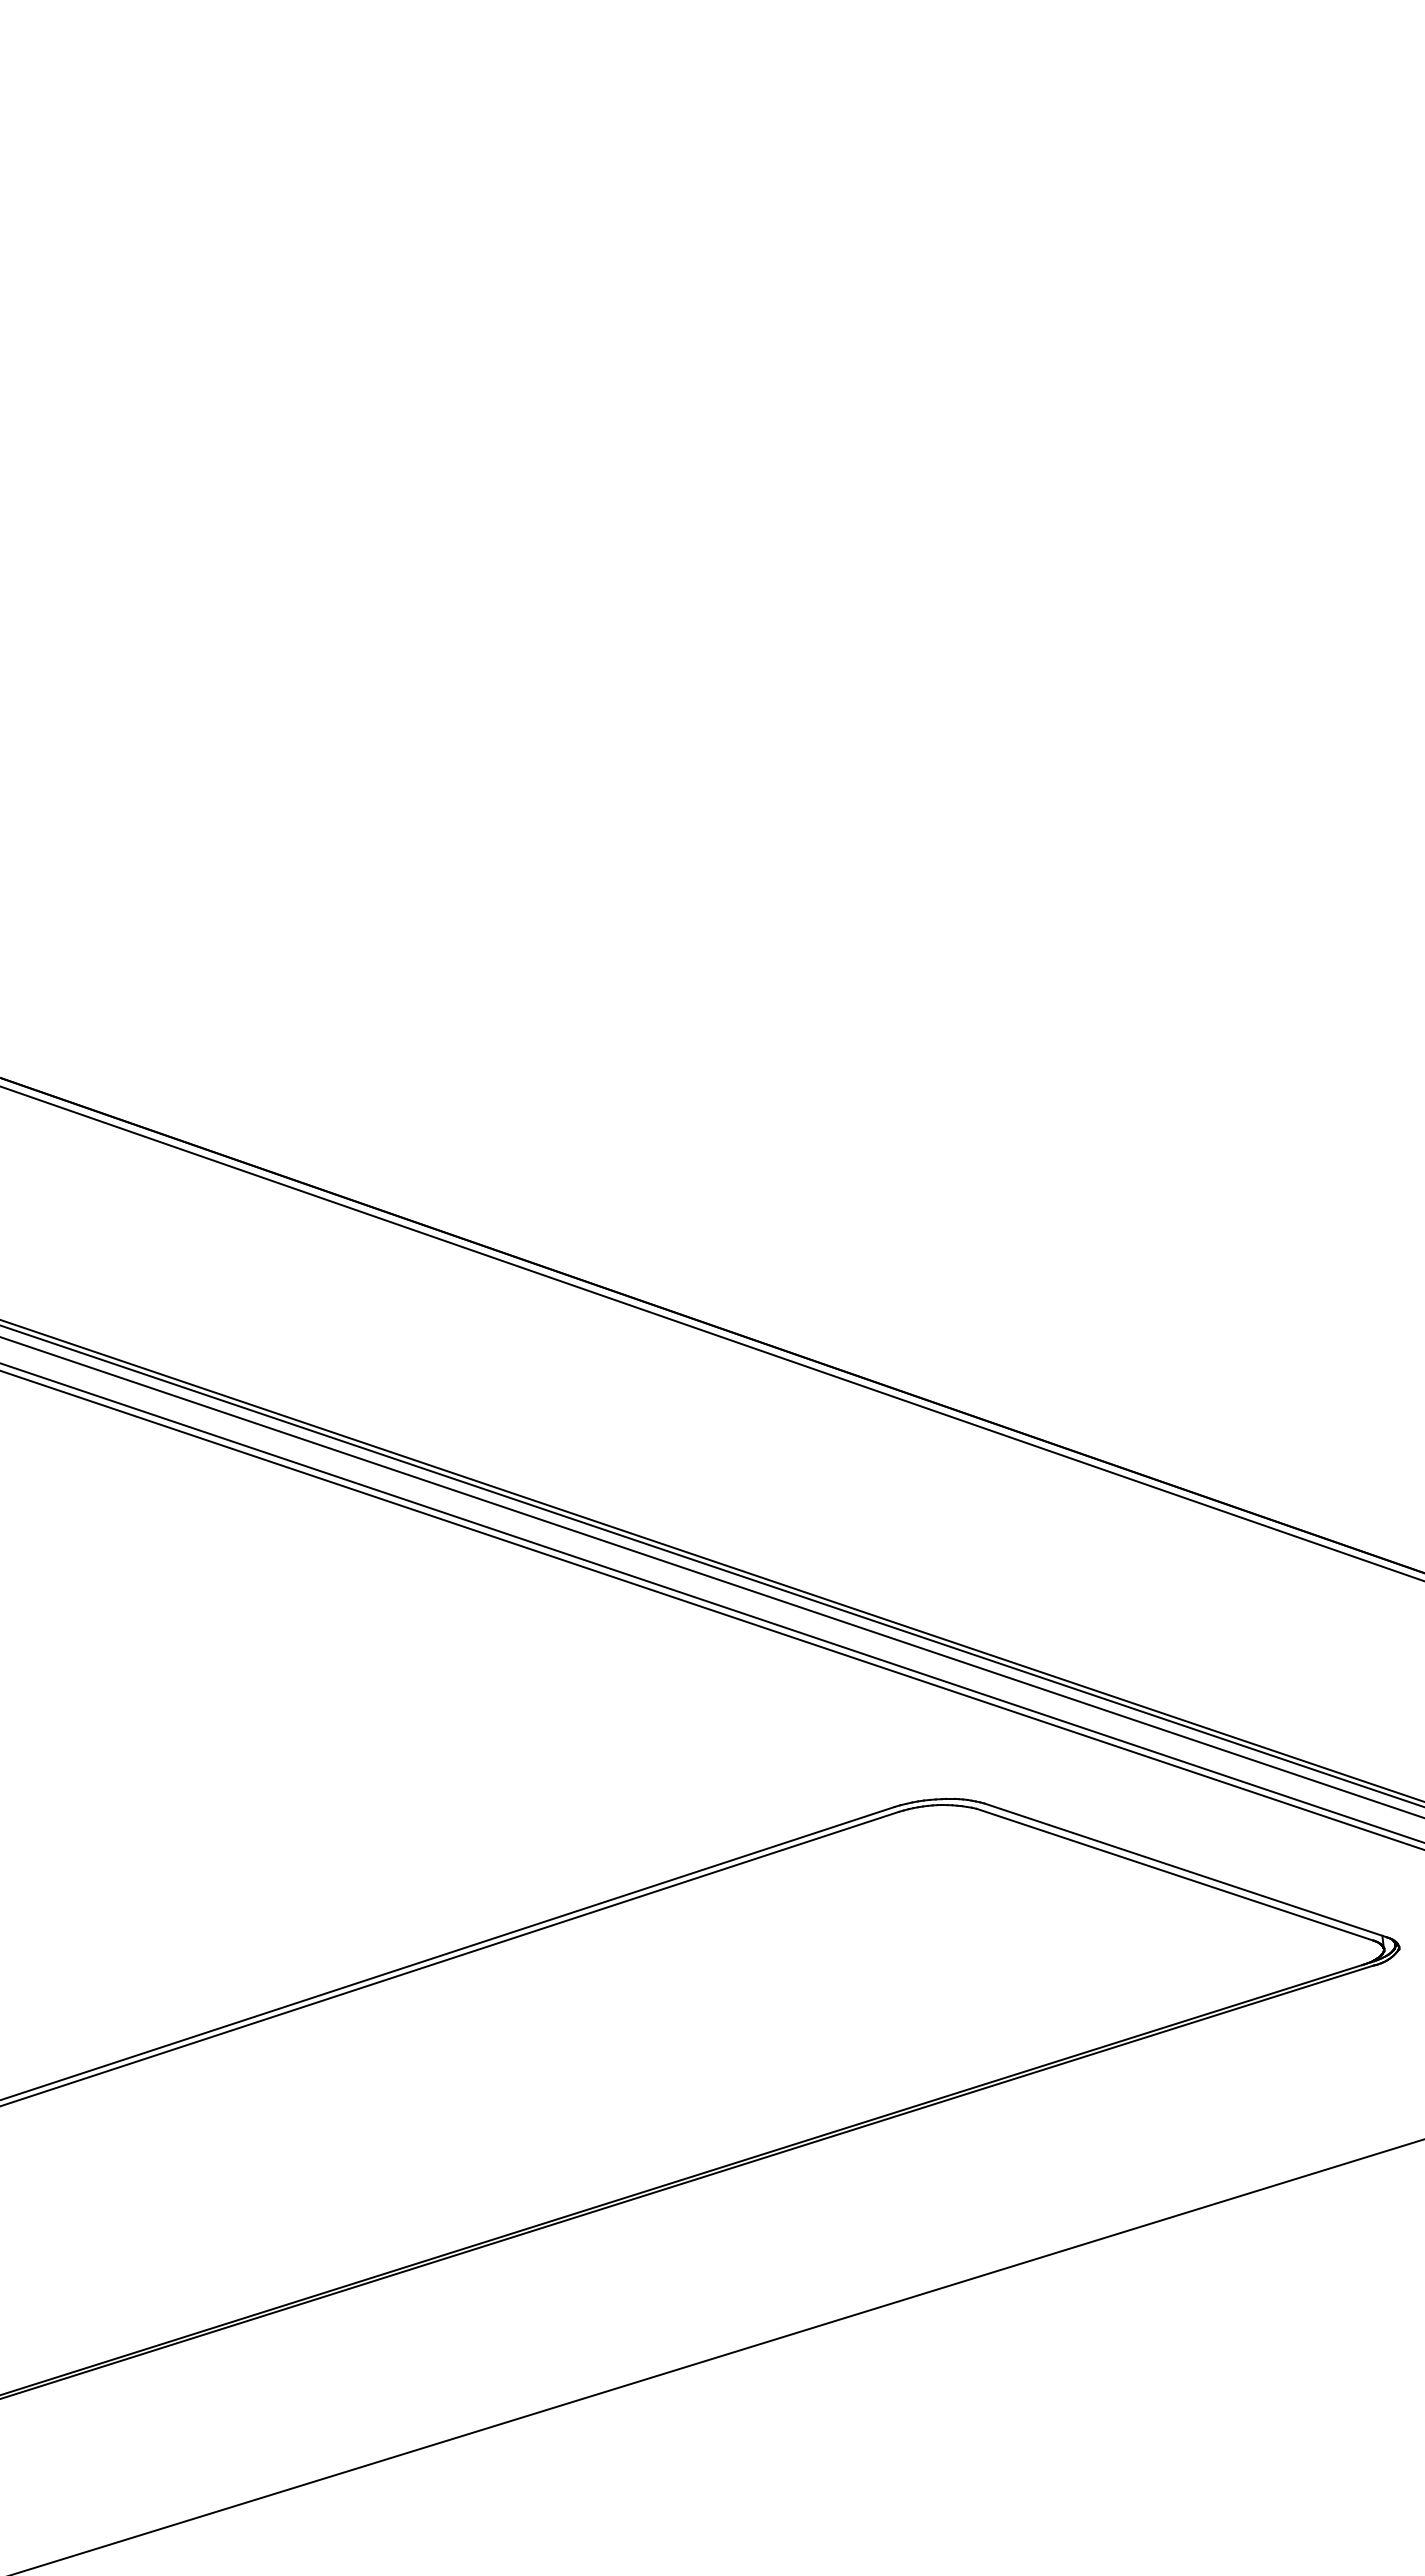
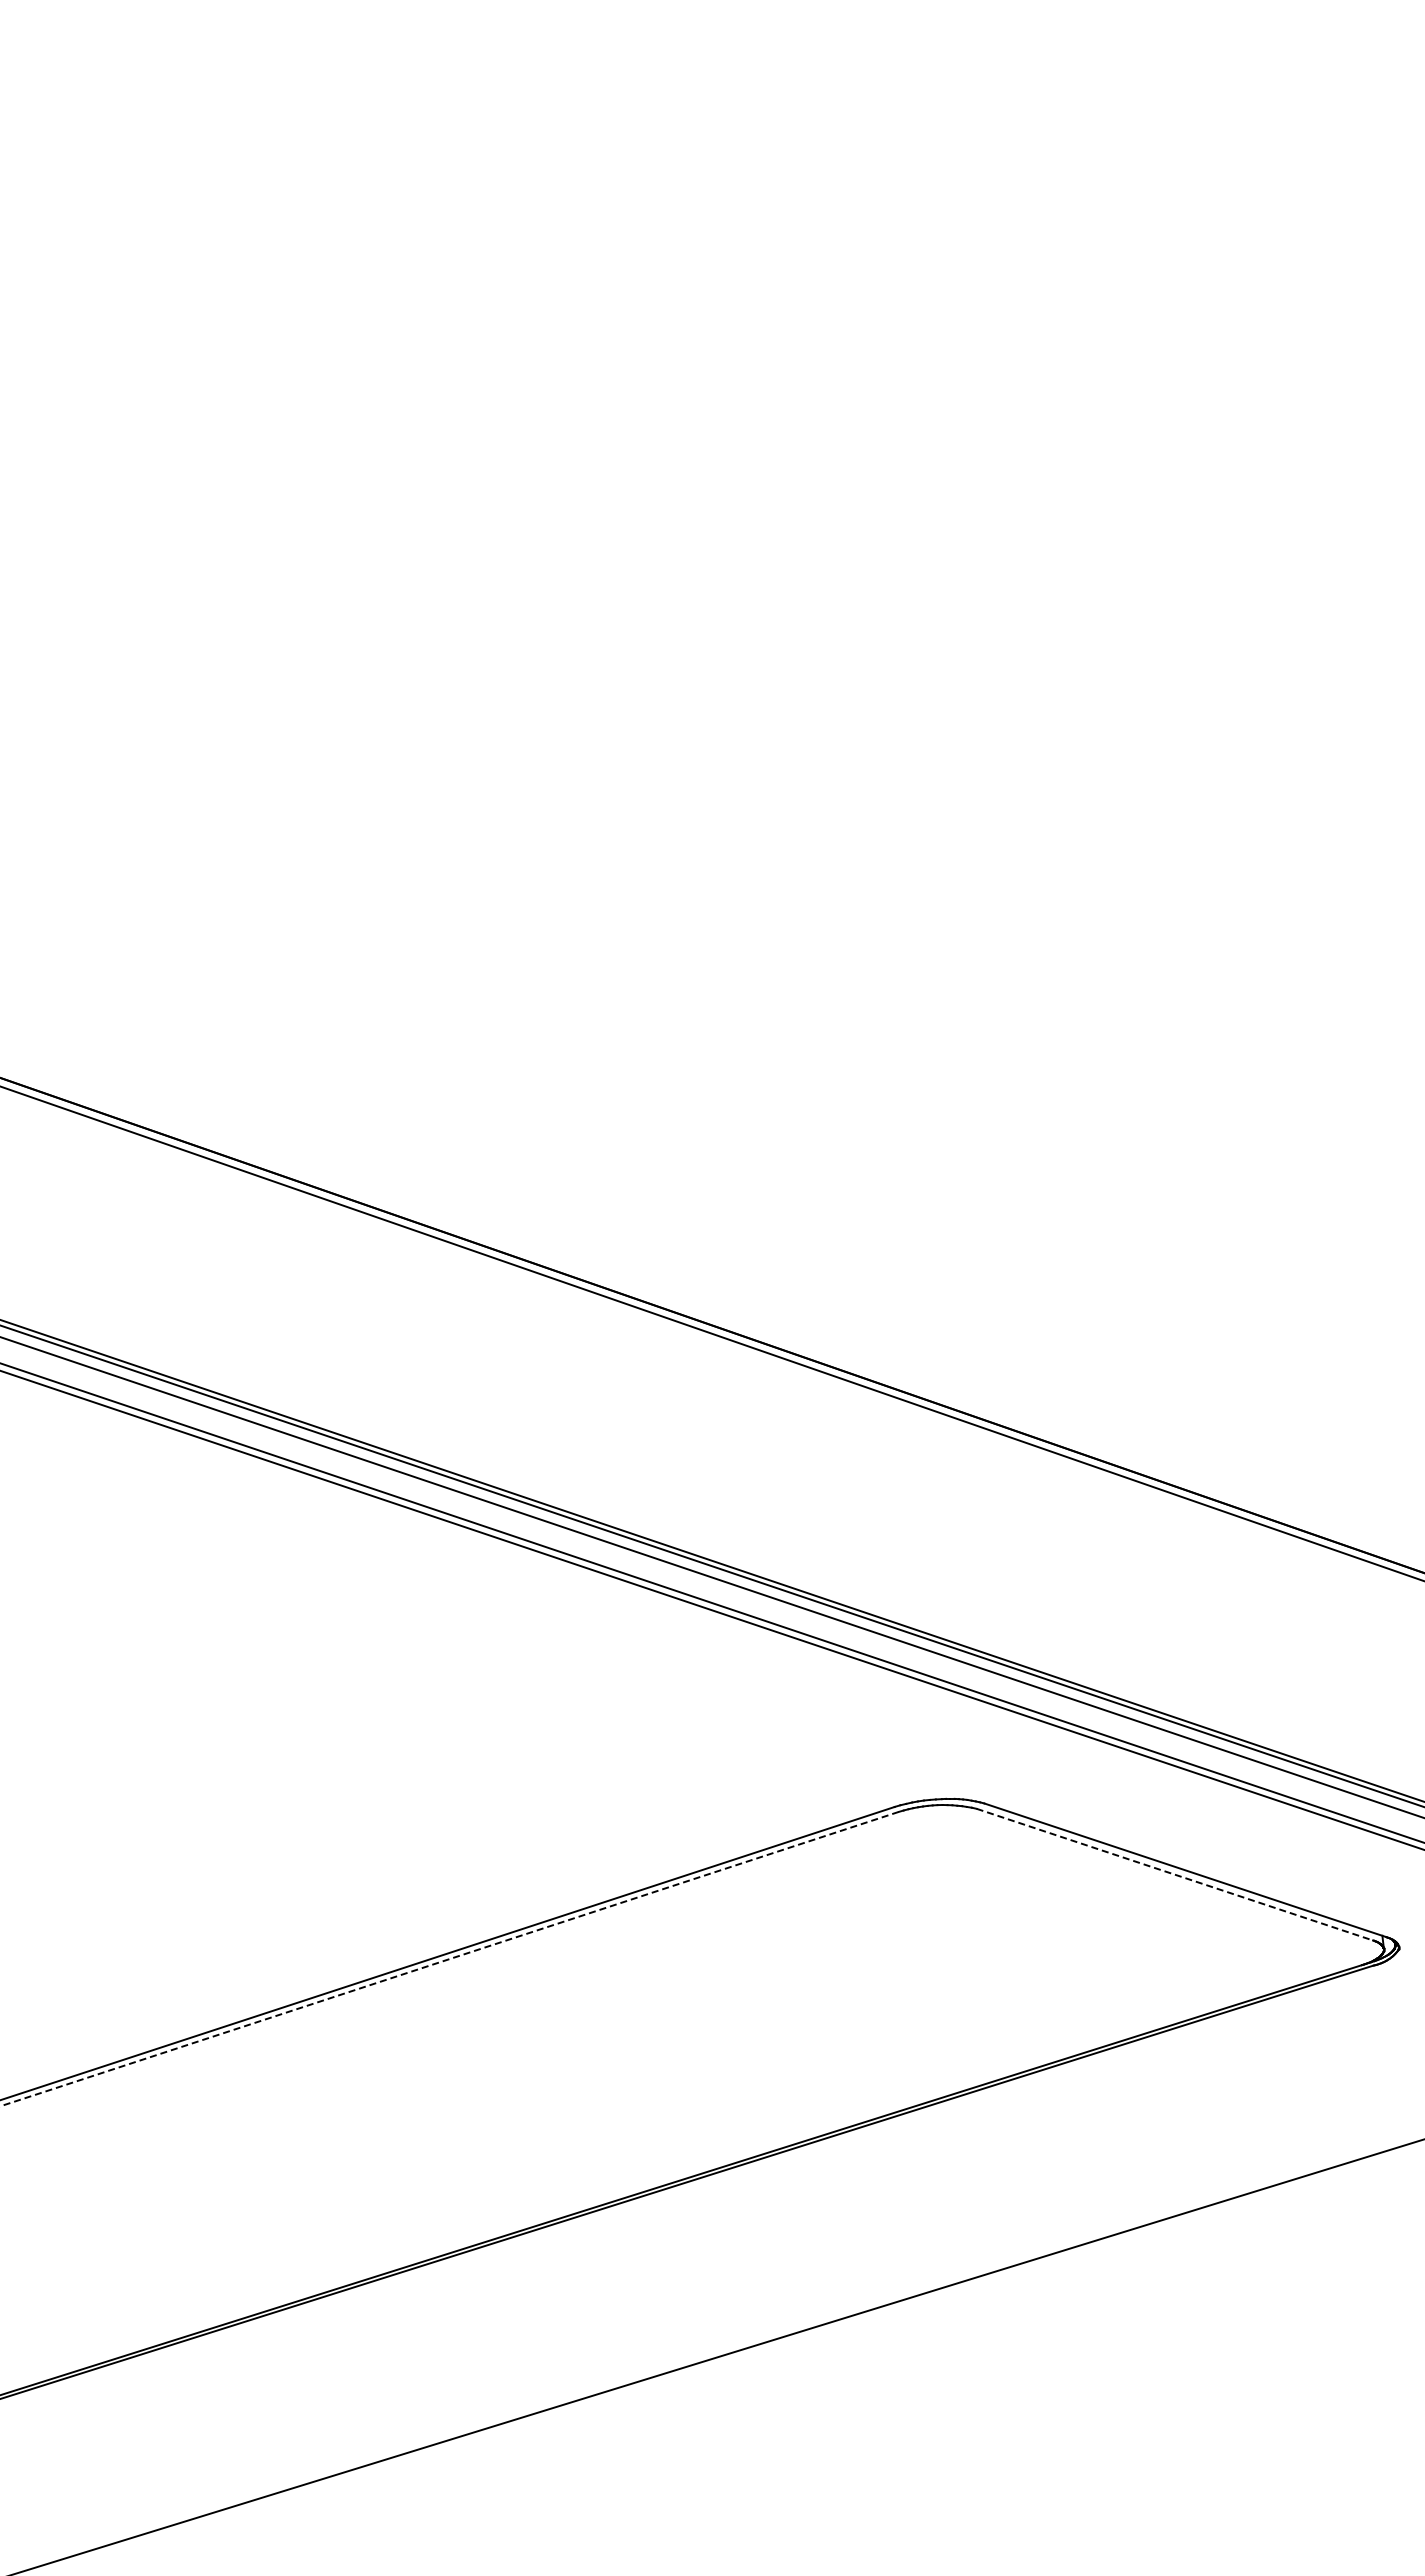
line at (1174, 1874): solid -> dashed
line at (449, 1959): solid -> dashed
